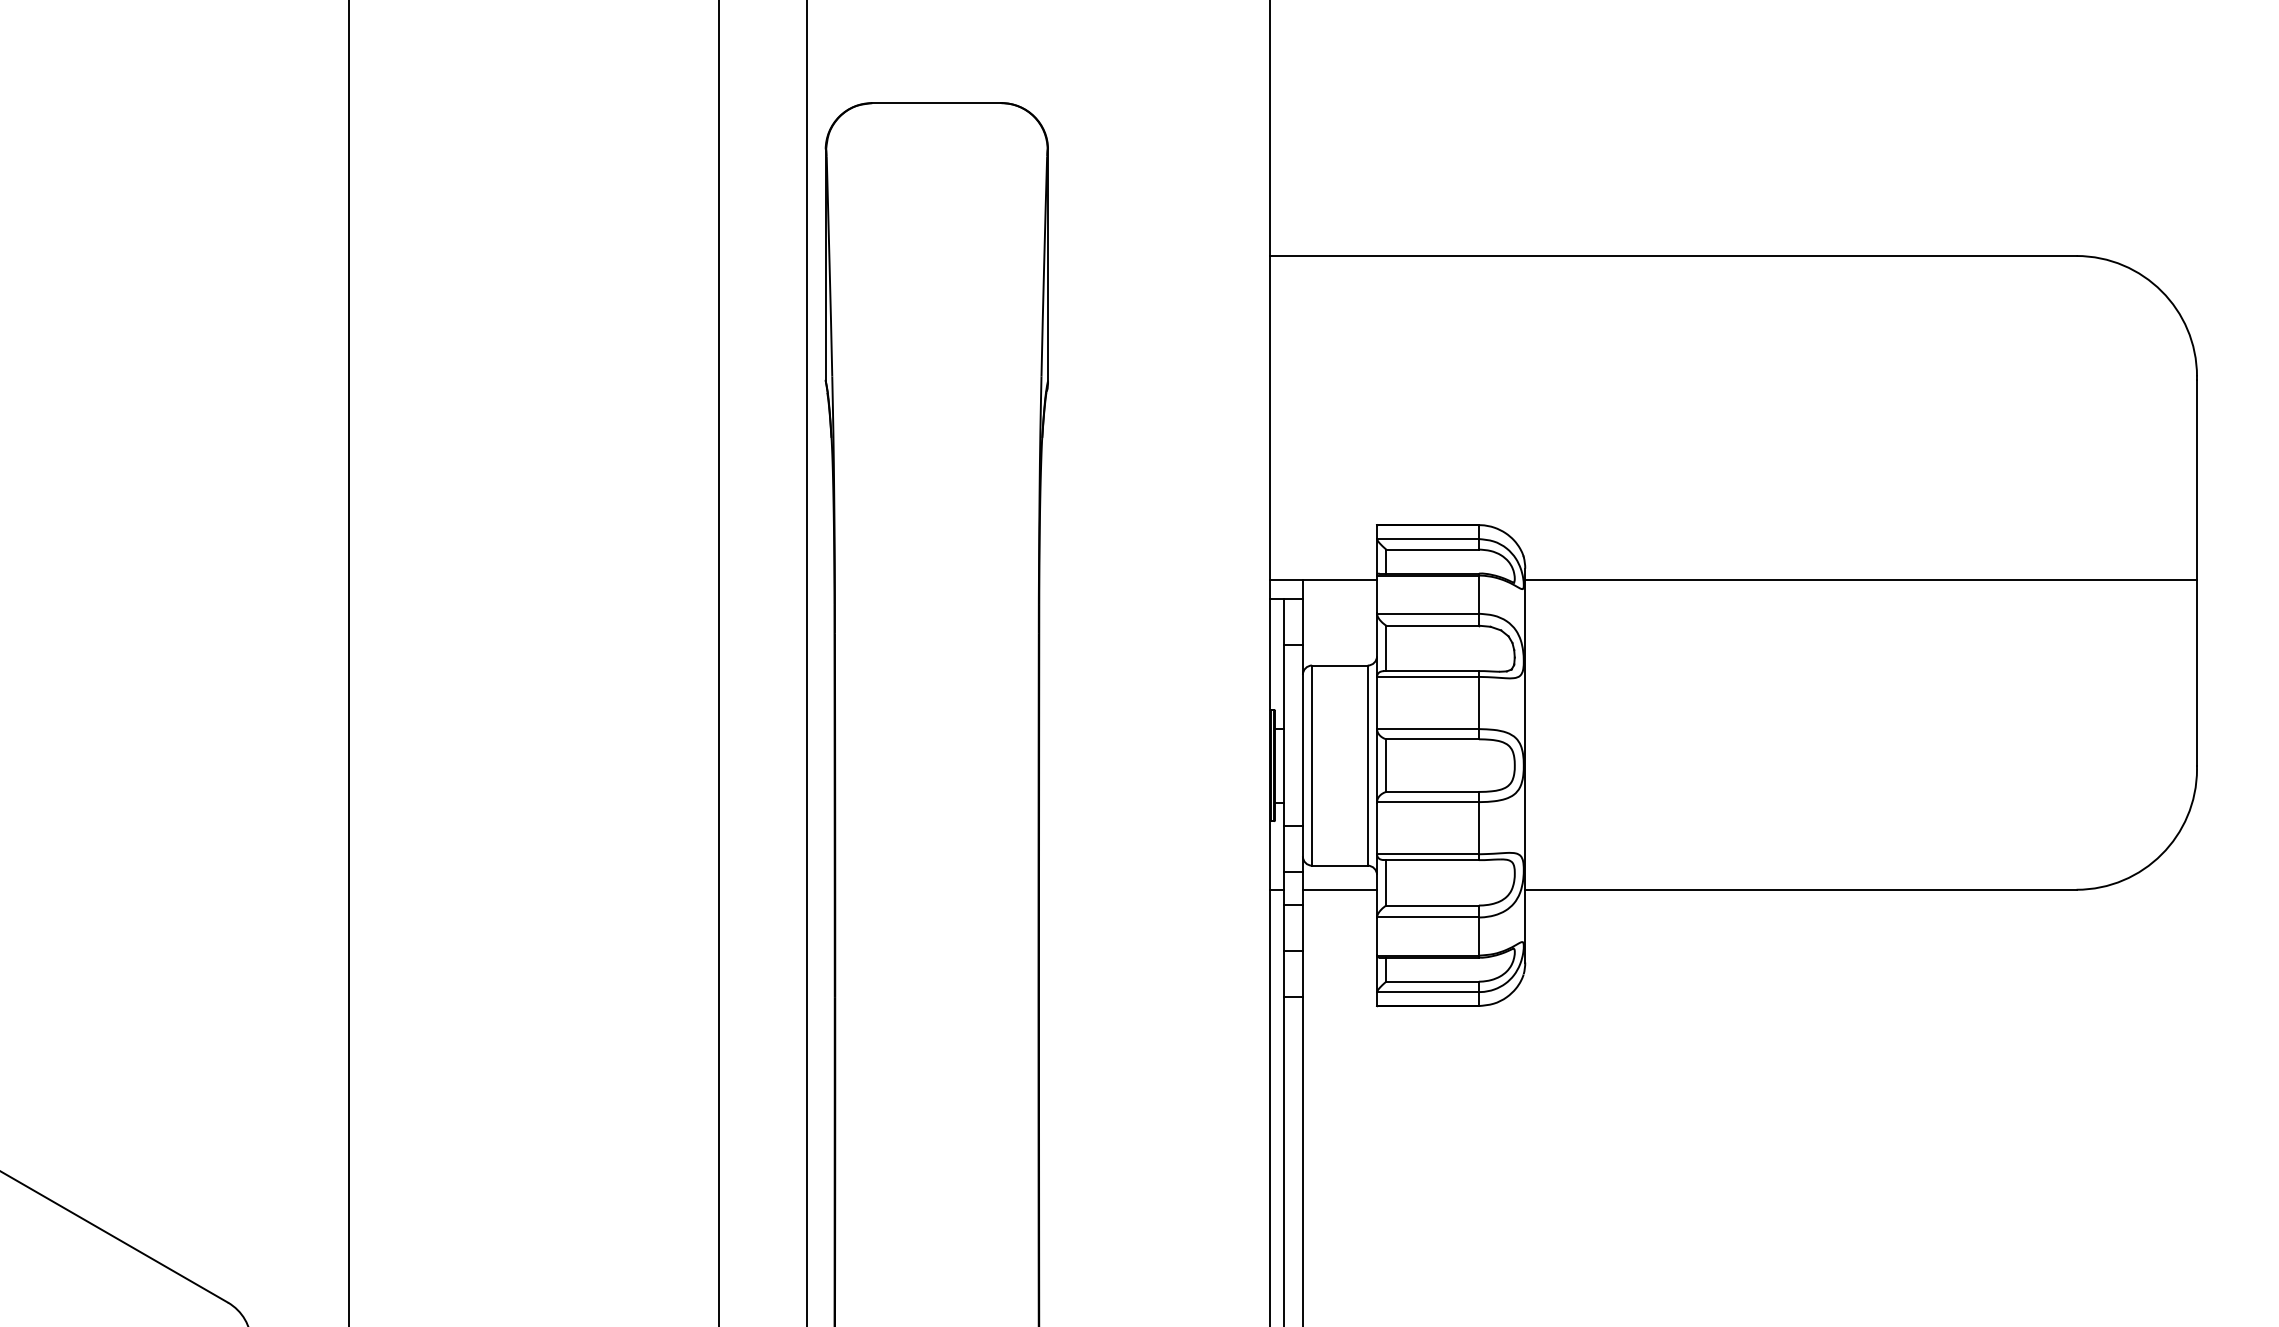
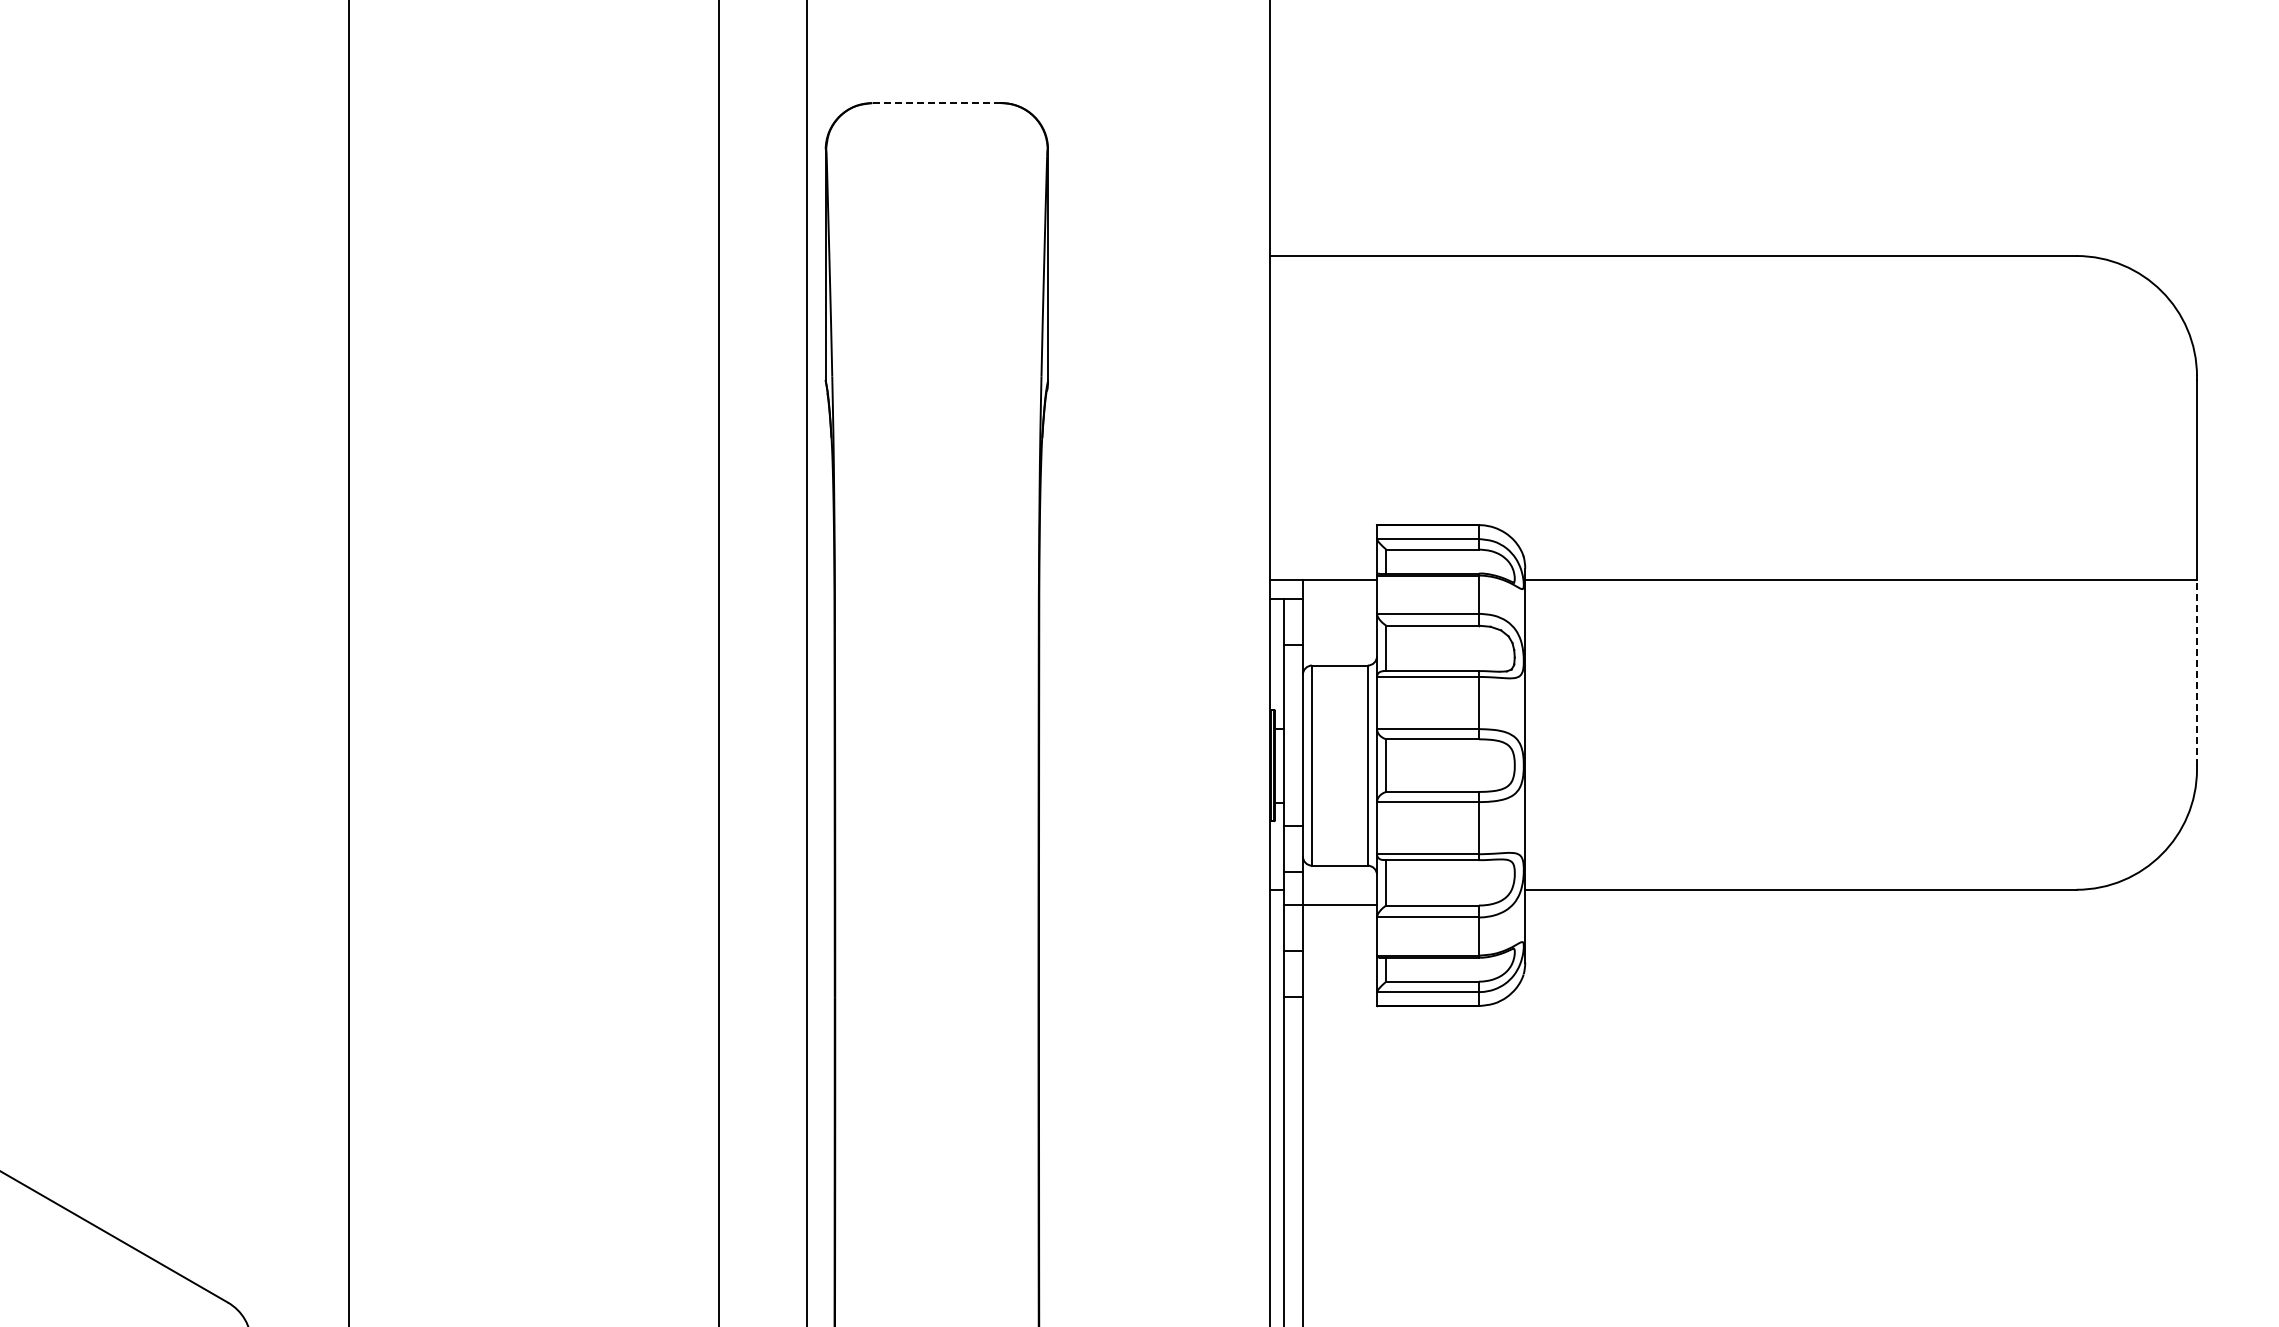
line at (936, 103): solid -> dashed
line at (2197, 672): solid -> dashed
line at (1339, 889) position: (1339, 889) -> (1339, 904)
